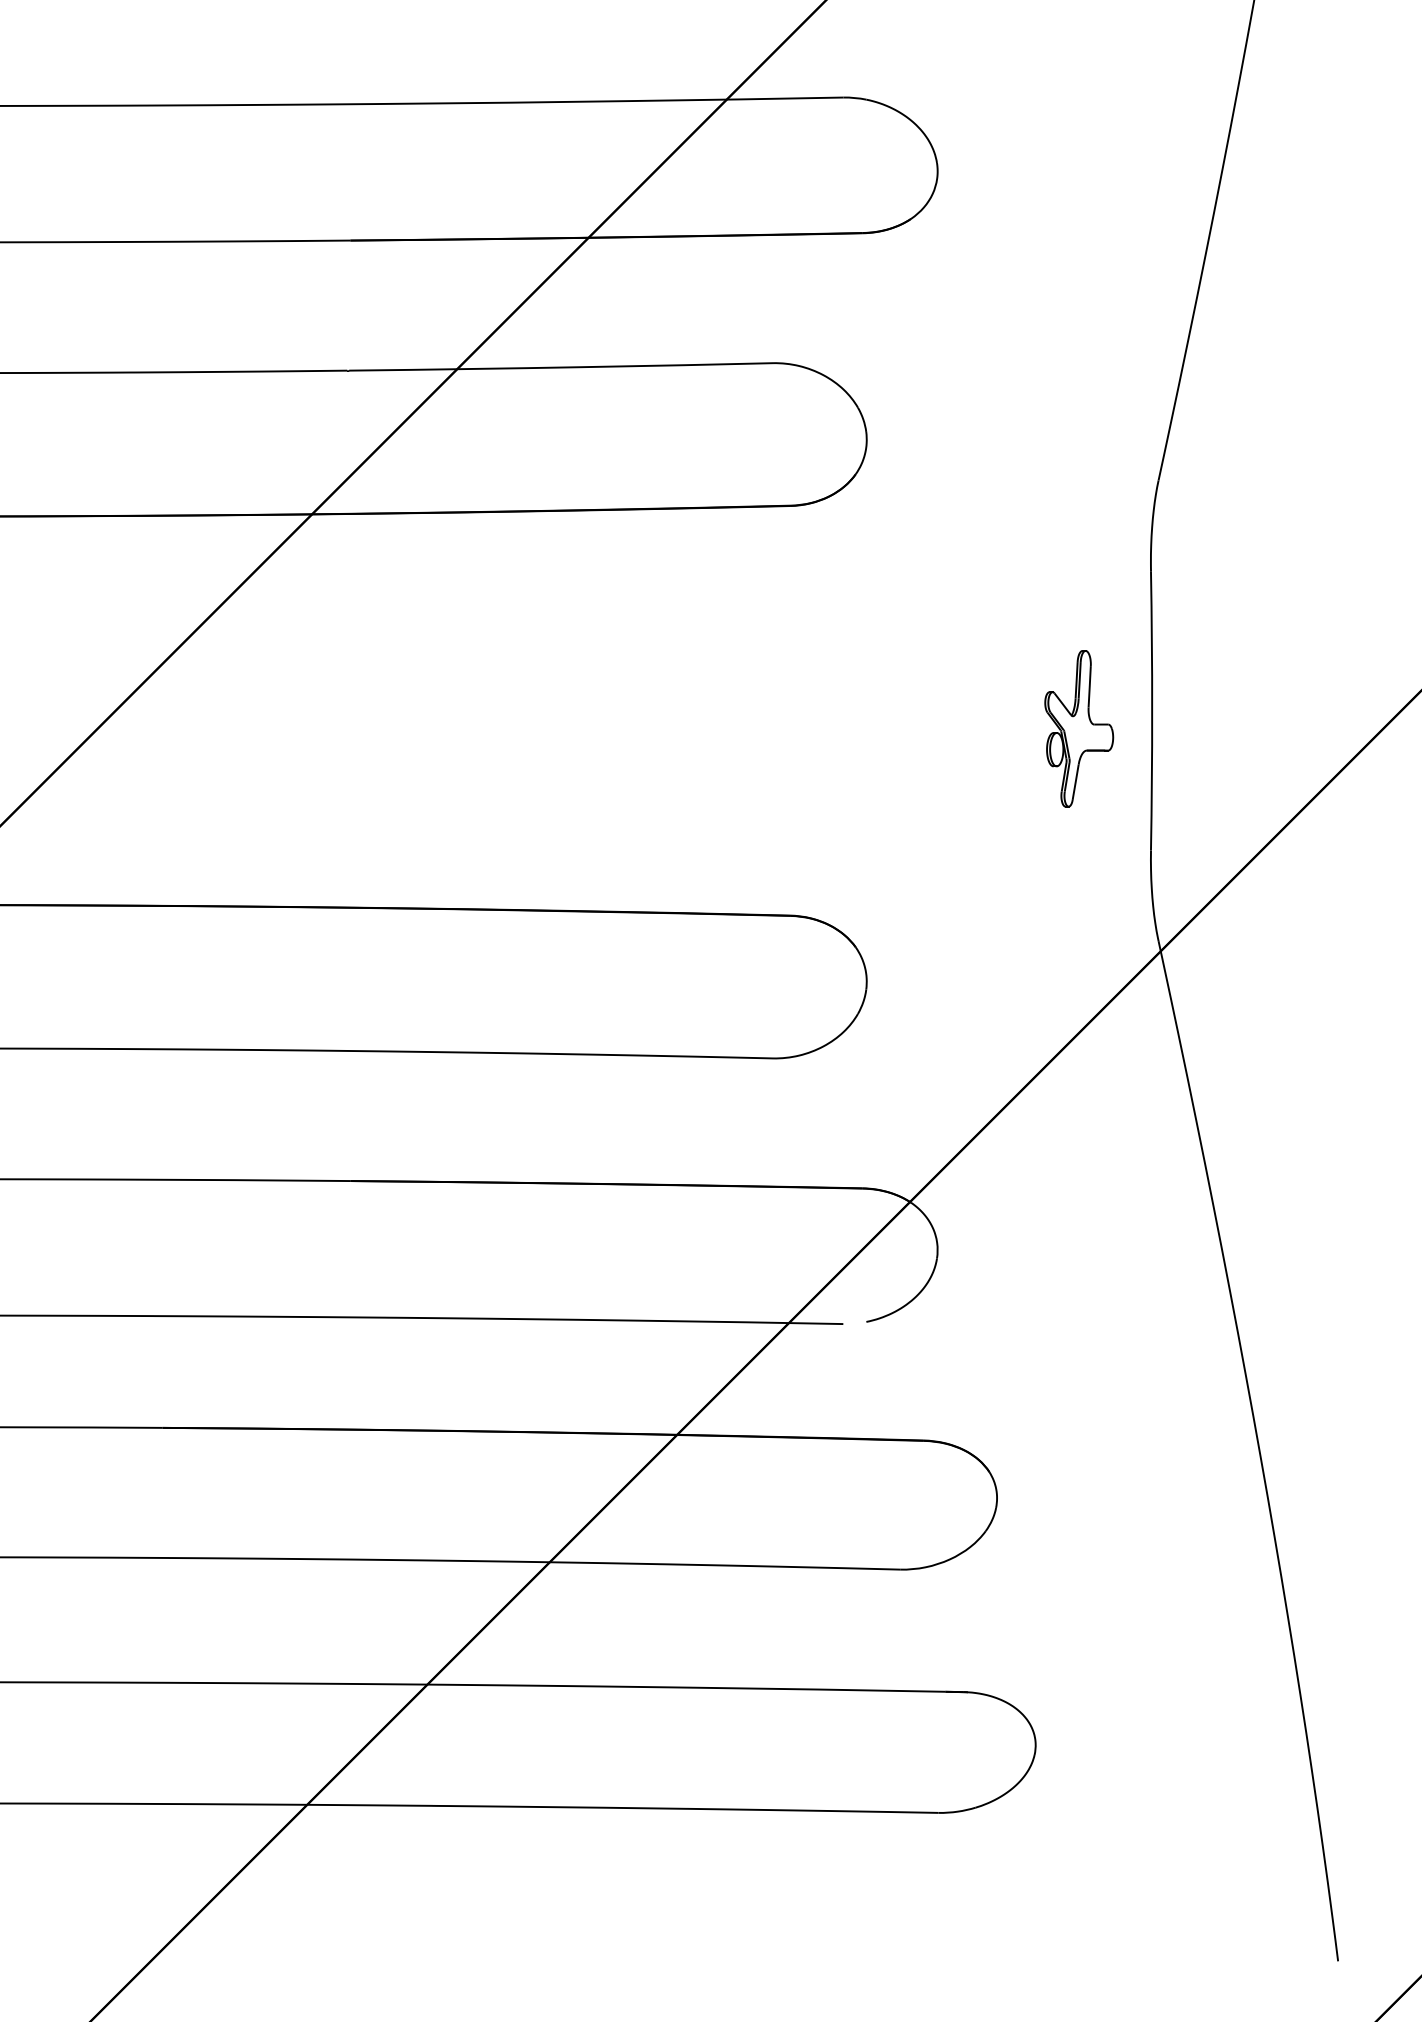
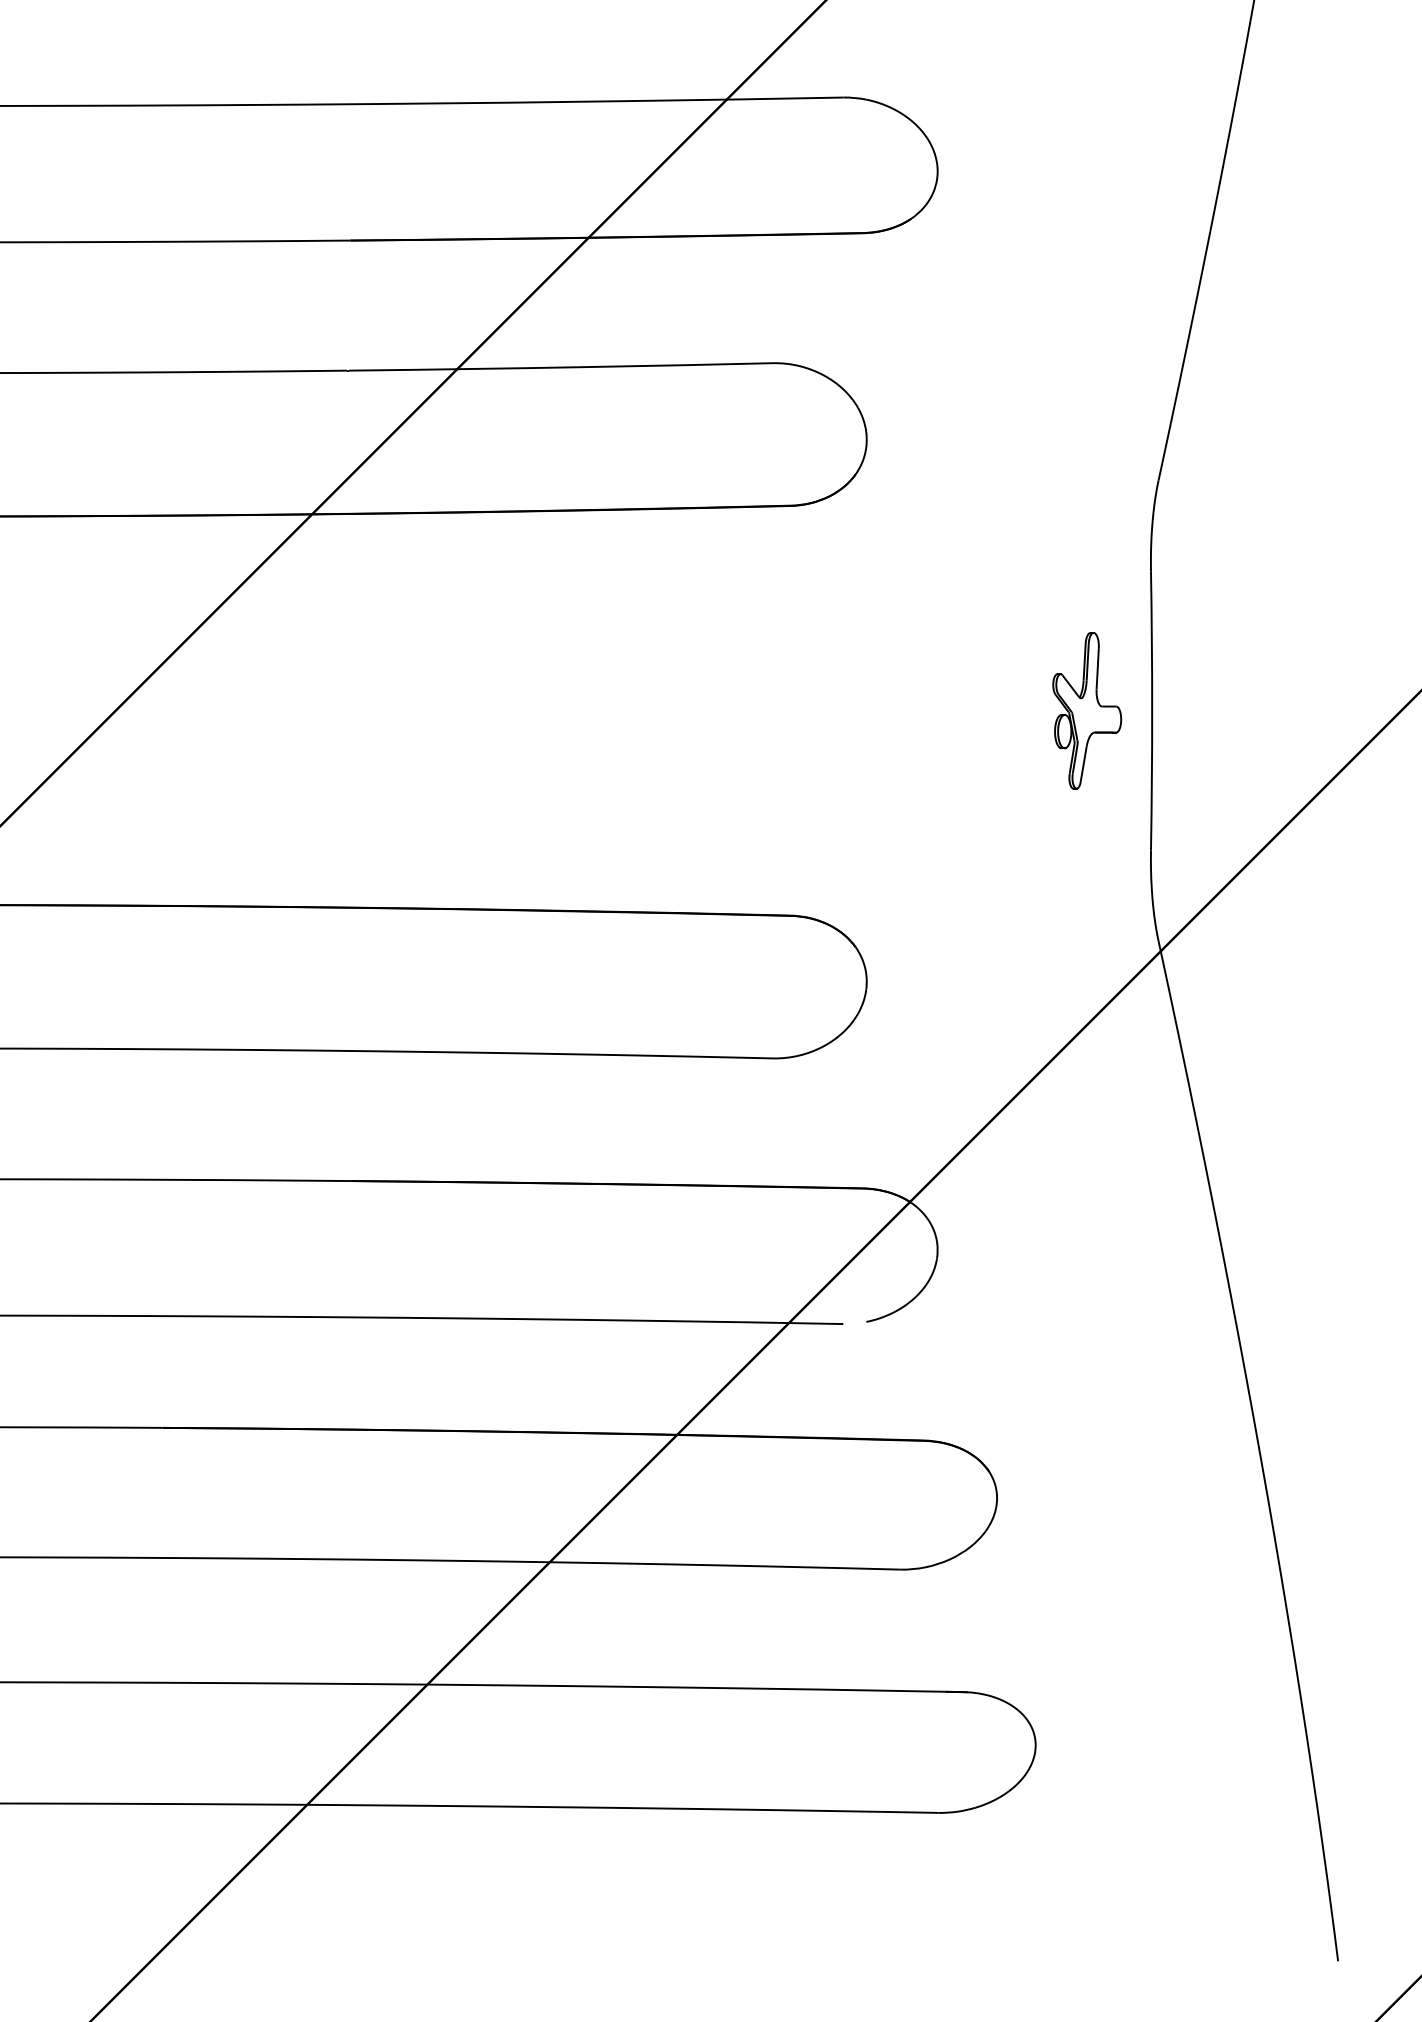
part at (1079, 728) position: (1079, 728) -> (1087, 710)
